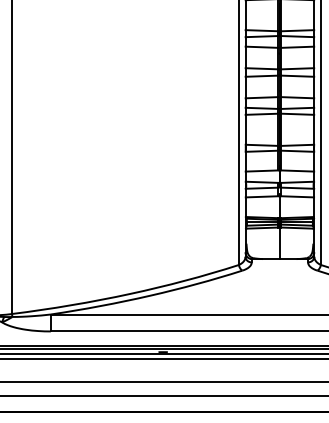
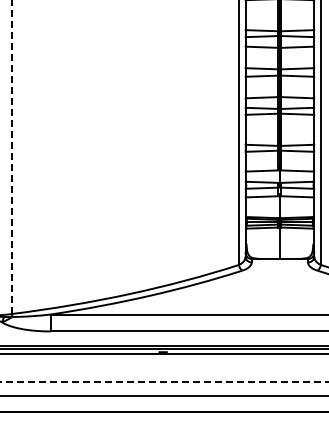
line at (11, 157): solid -> dashed
line at (163, 359): present -> none
line at (164, 382): solid -> dashed
